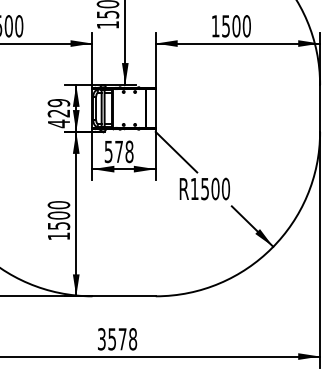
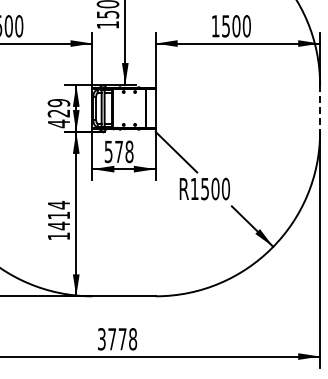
line at (320, 108): solid -> dashed
text at (58, 215): 1500 -> 1414
text at (111, 339): 3578 -> 3778
